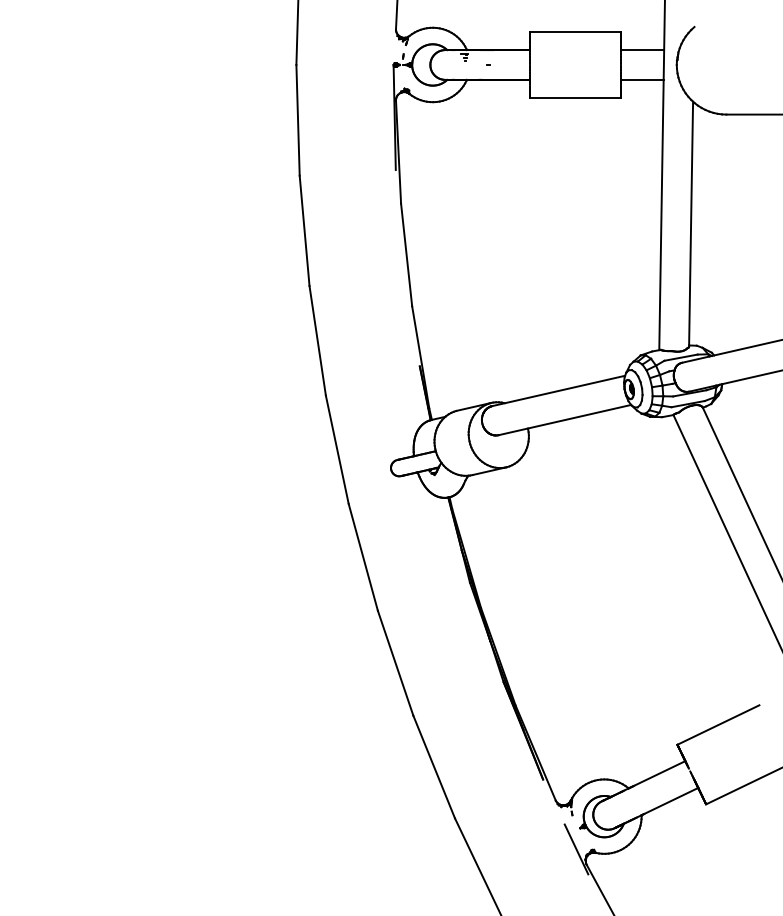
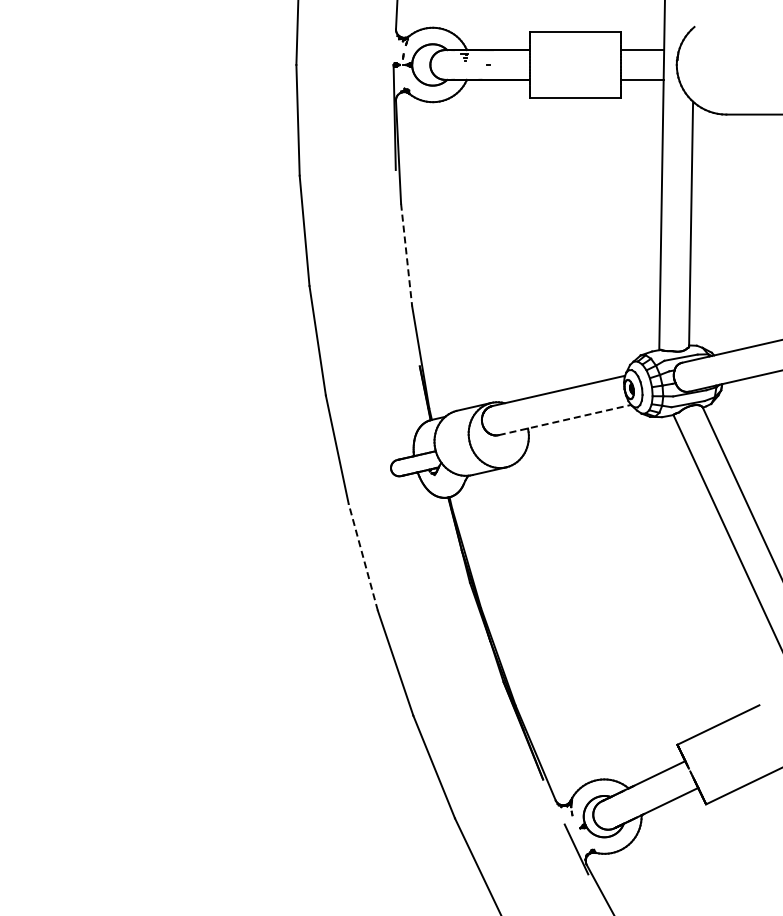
line at (406, 255): solid -> dashed
line at (564, 420): solid -> dashed
line at (363, 556): solid -> dashed
